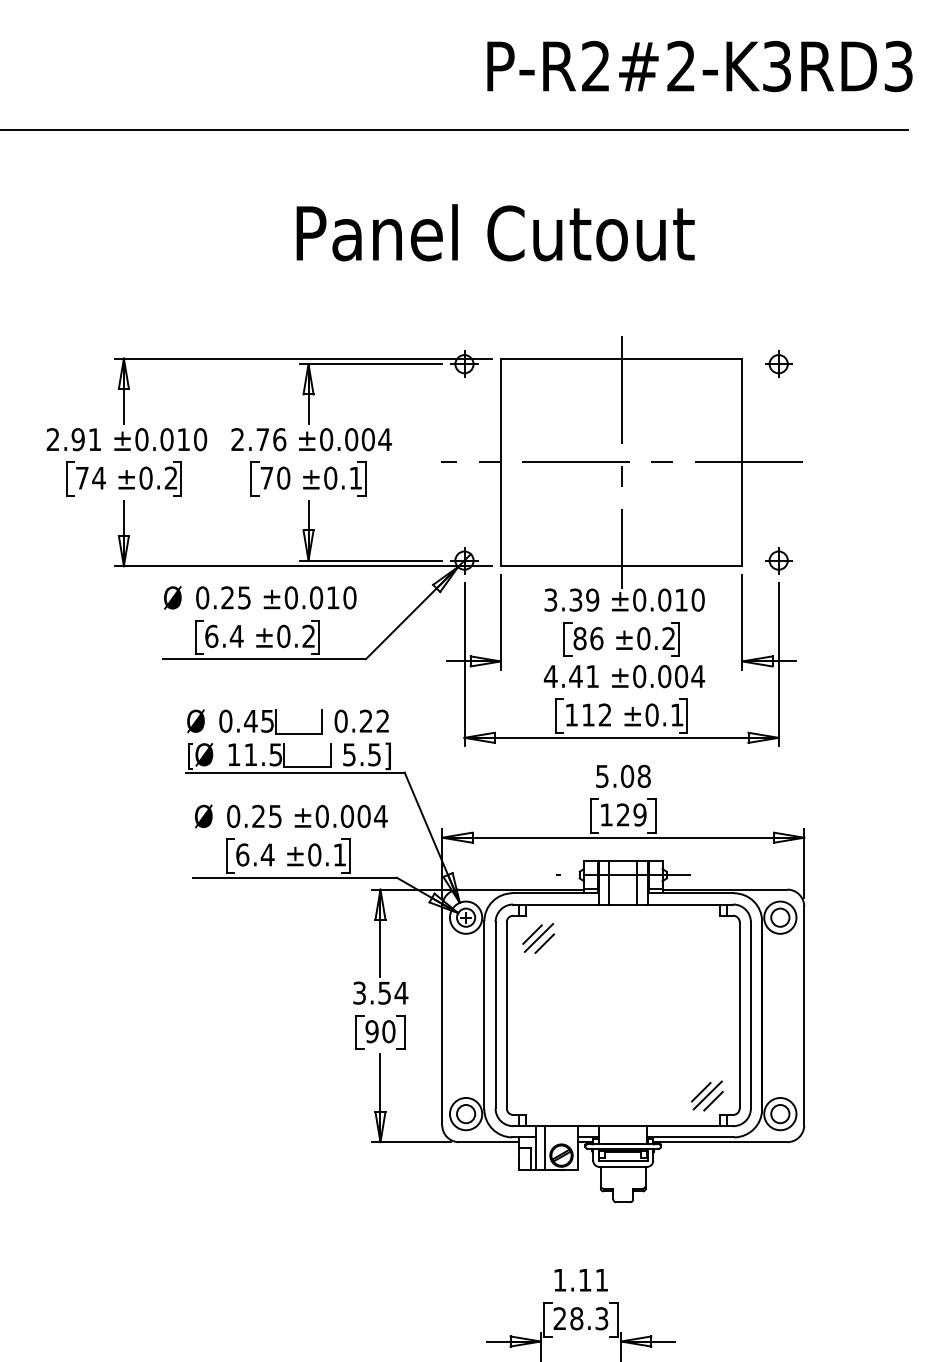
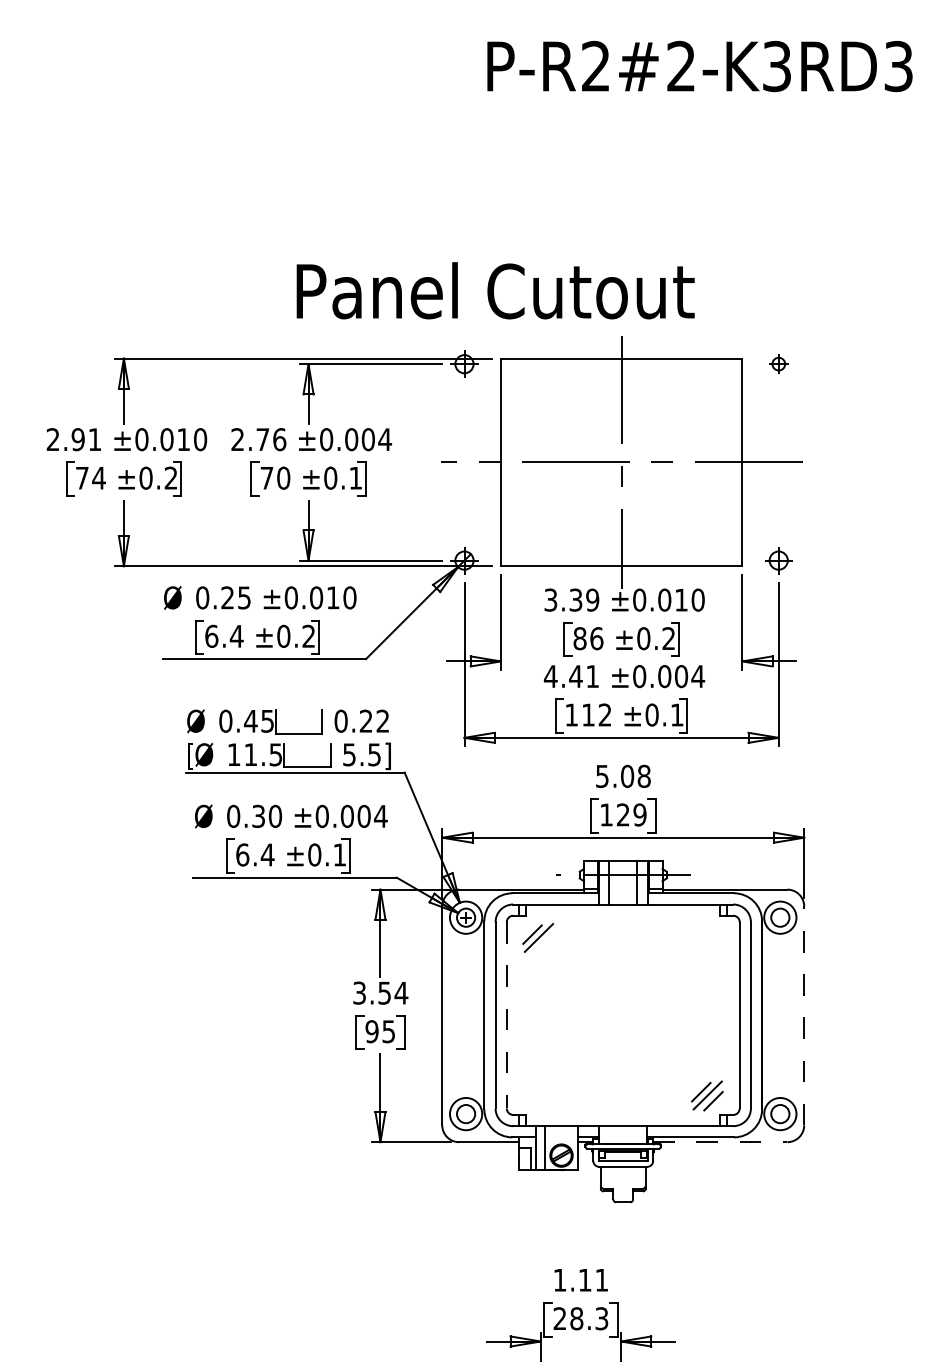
line at (455, 130): present -> none
text at (495, 232) position: (495, 232) -> (495, 290)
part at (778, 363) size: 28x28 px -> 20x20 px
text at (267, 816): 0.25 -> 0.30
line at (544, 943): present -> none
line at (506, 1015): solid -> dashed
line at (804, 1015): solid -> dashed
text at (388, 1031): 90 -> 95
line at (720, 1142): solid -> dashed
